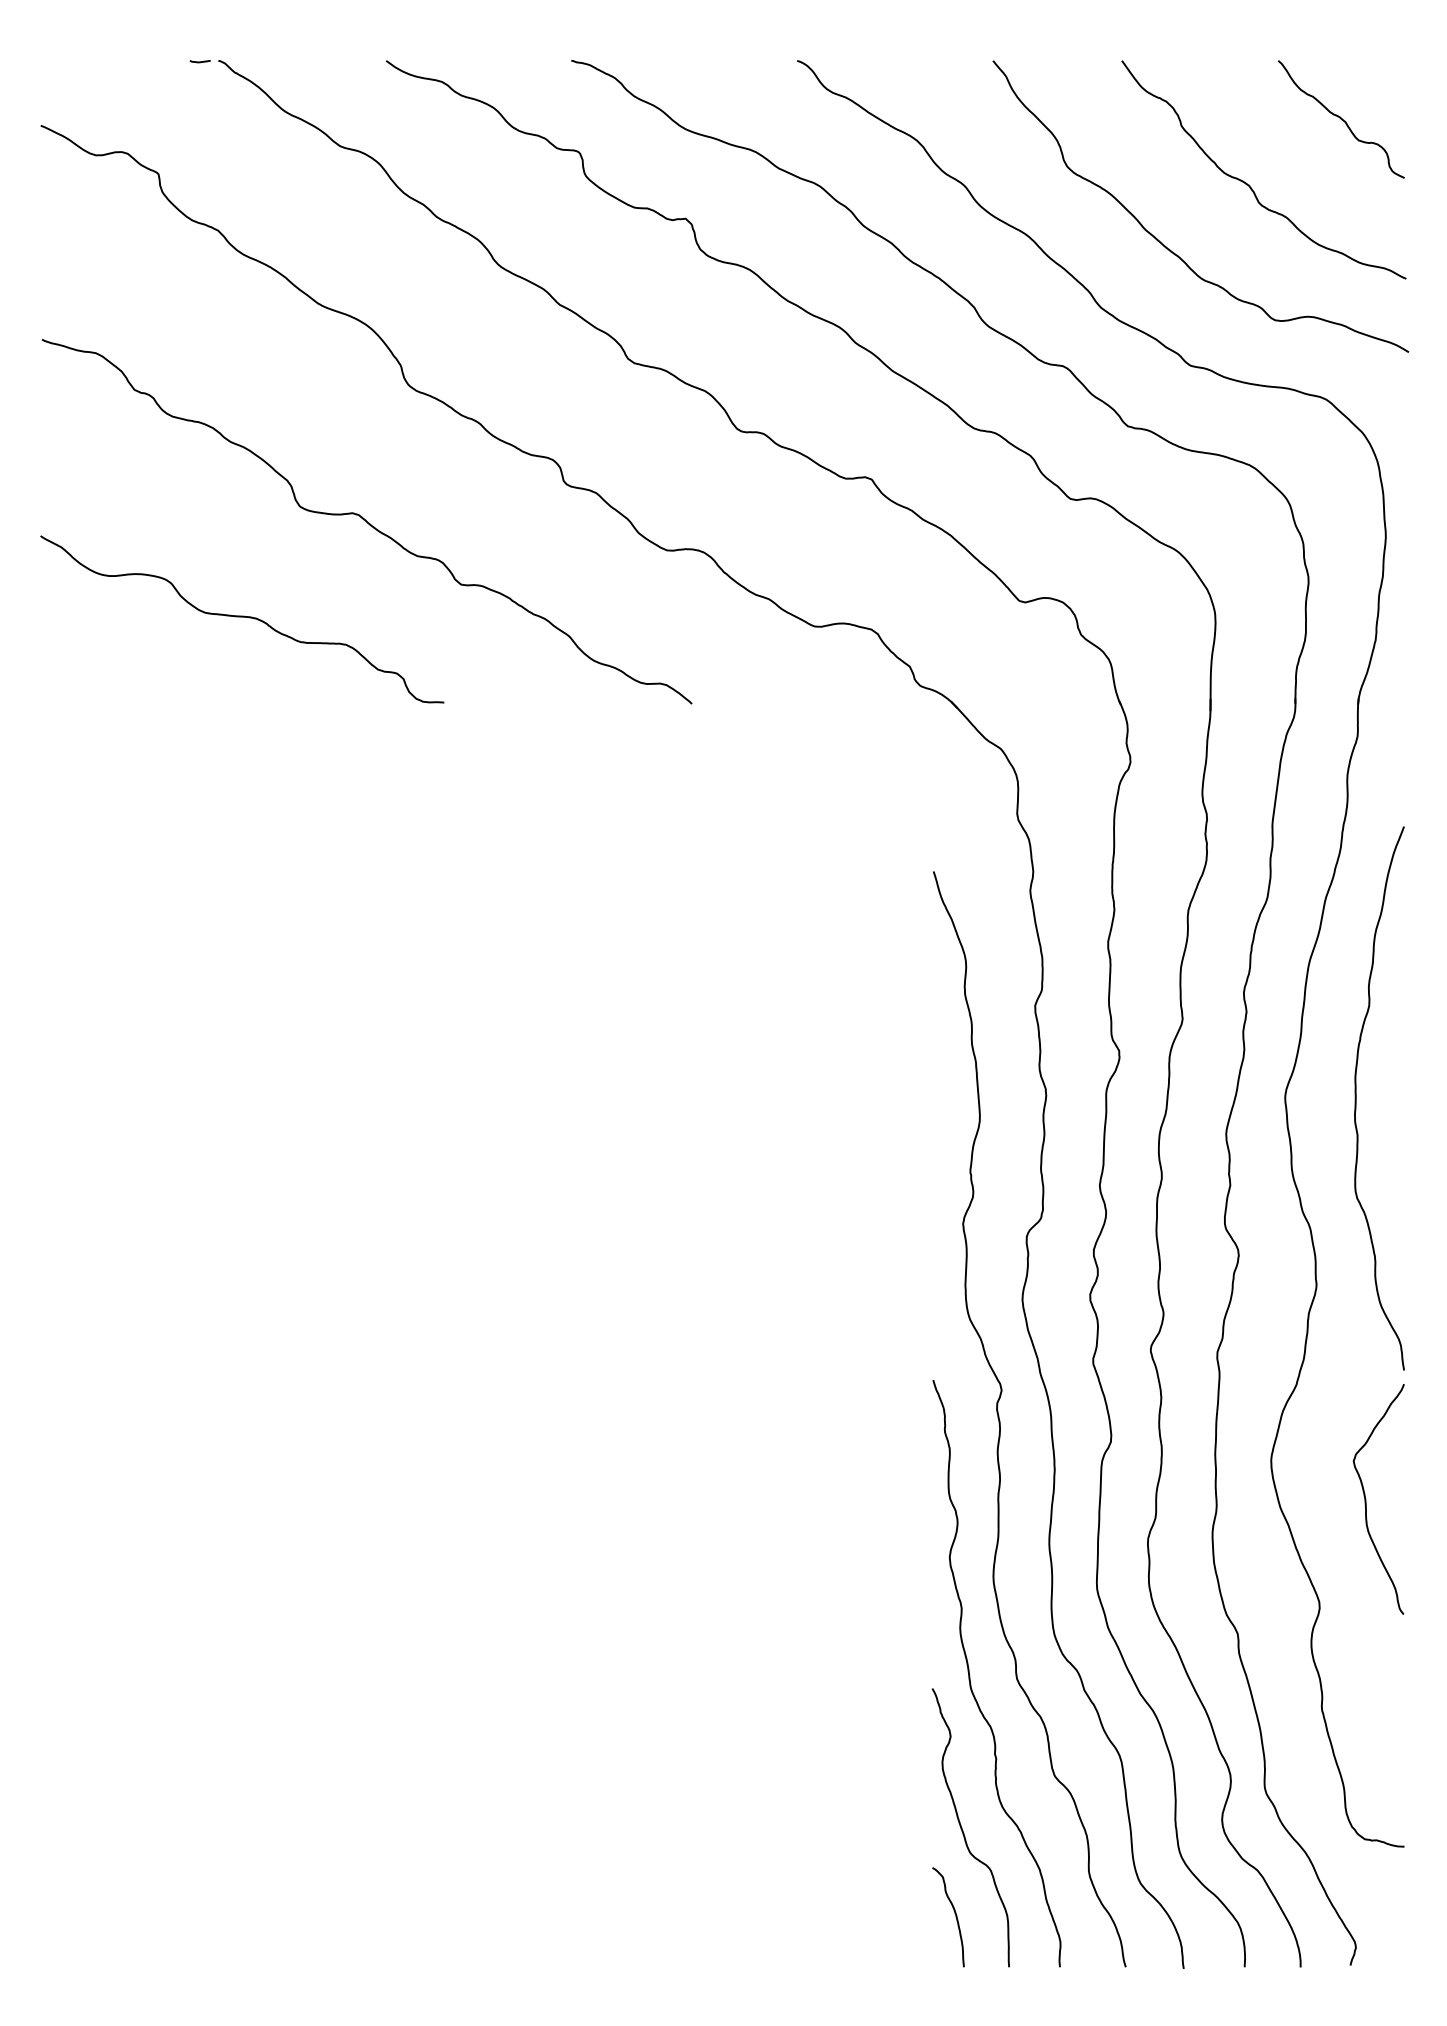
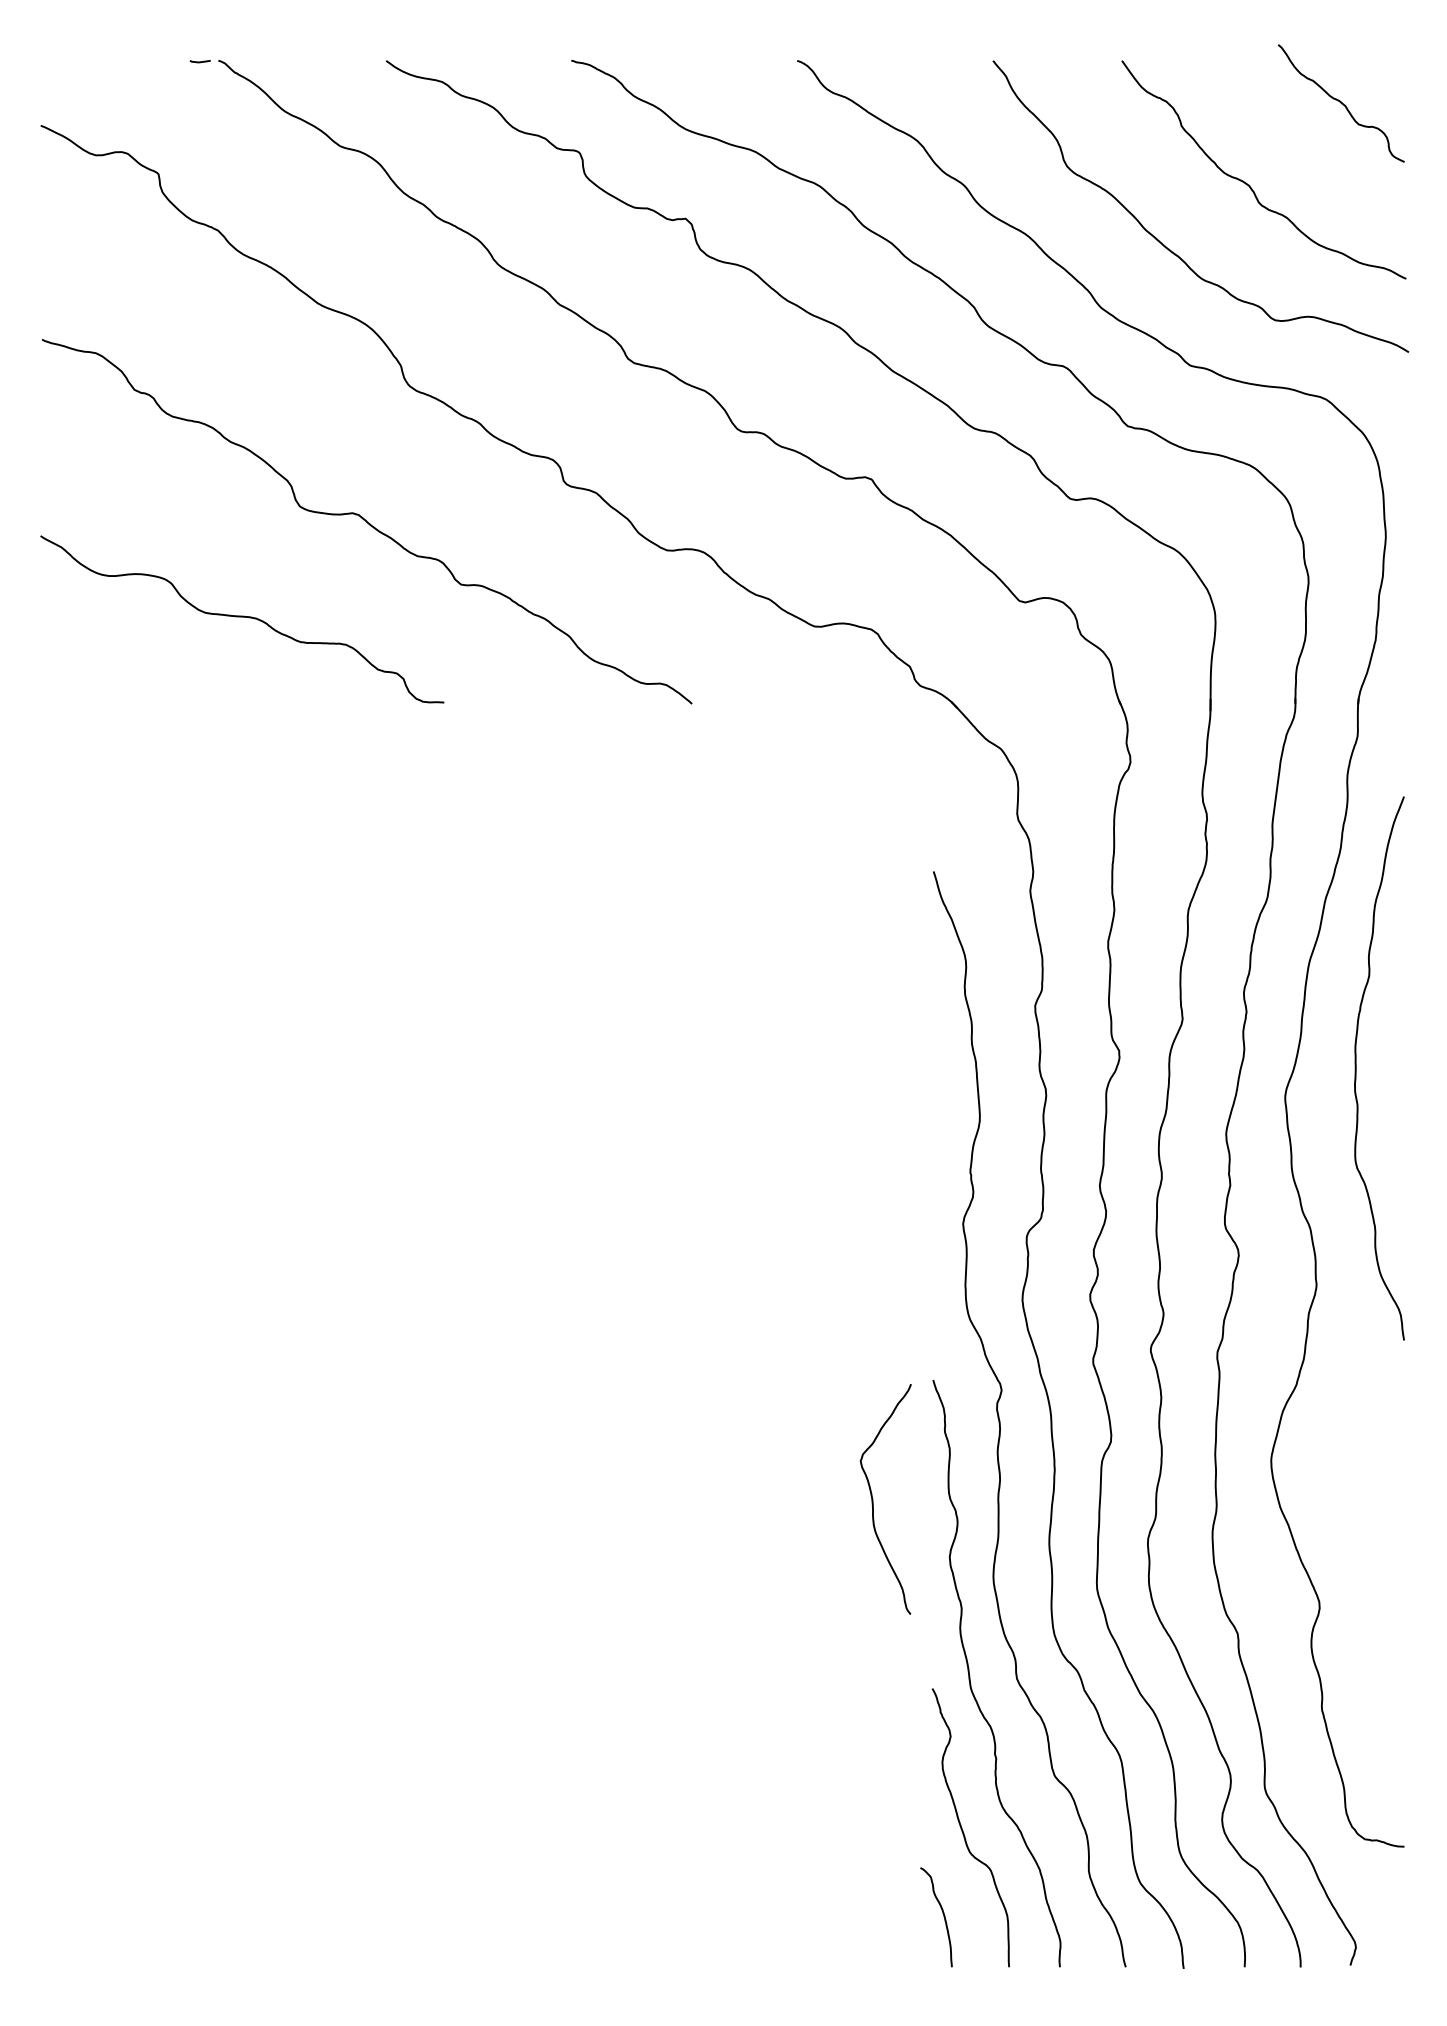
curve at (1341, 119) position: (1341, 119) -> (1341, 103)
curve at (1356, 1098) position: (1356, 1098) -> (1356, 1068)
curve at (1366, 1499) position: (1366, 1499) -> (873, 1499)
curve at (955, 1917) position: (955, 1917) -> (943, 1917)
